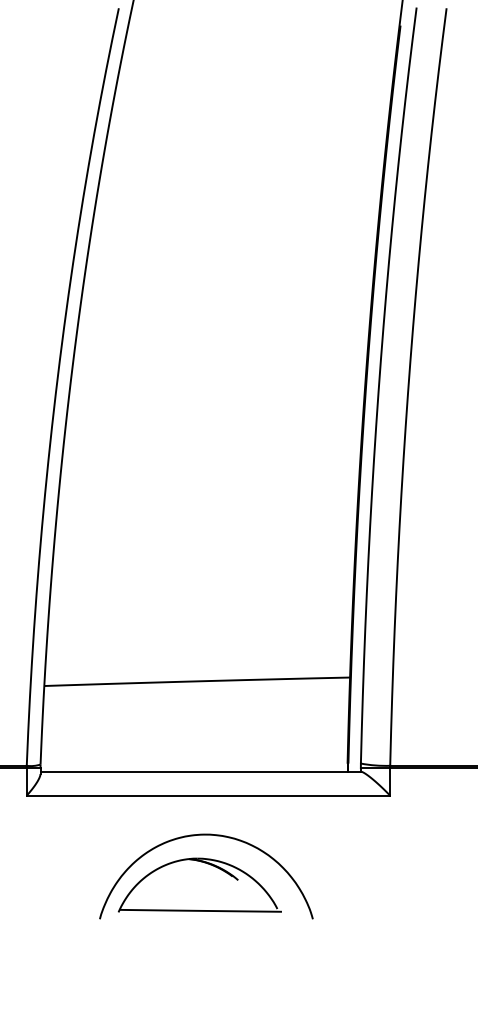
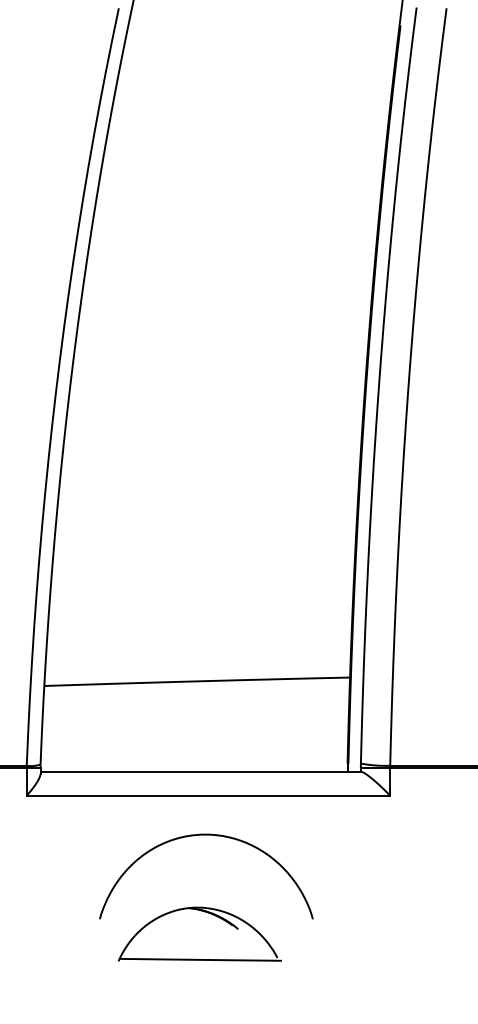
part at (199, 884) position: (199, 884) -> (199, 933)
